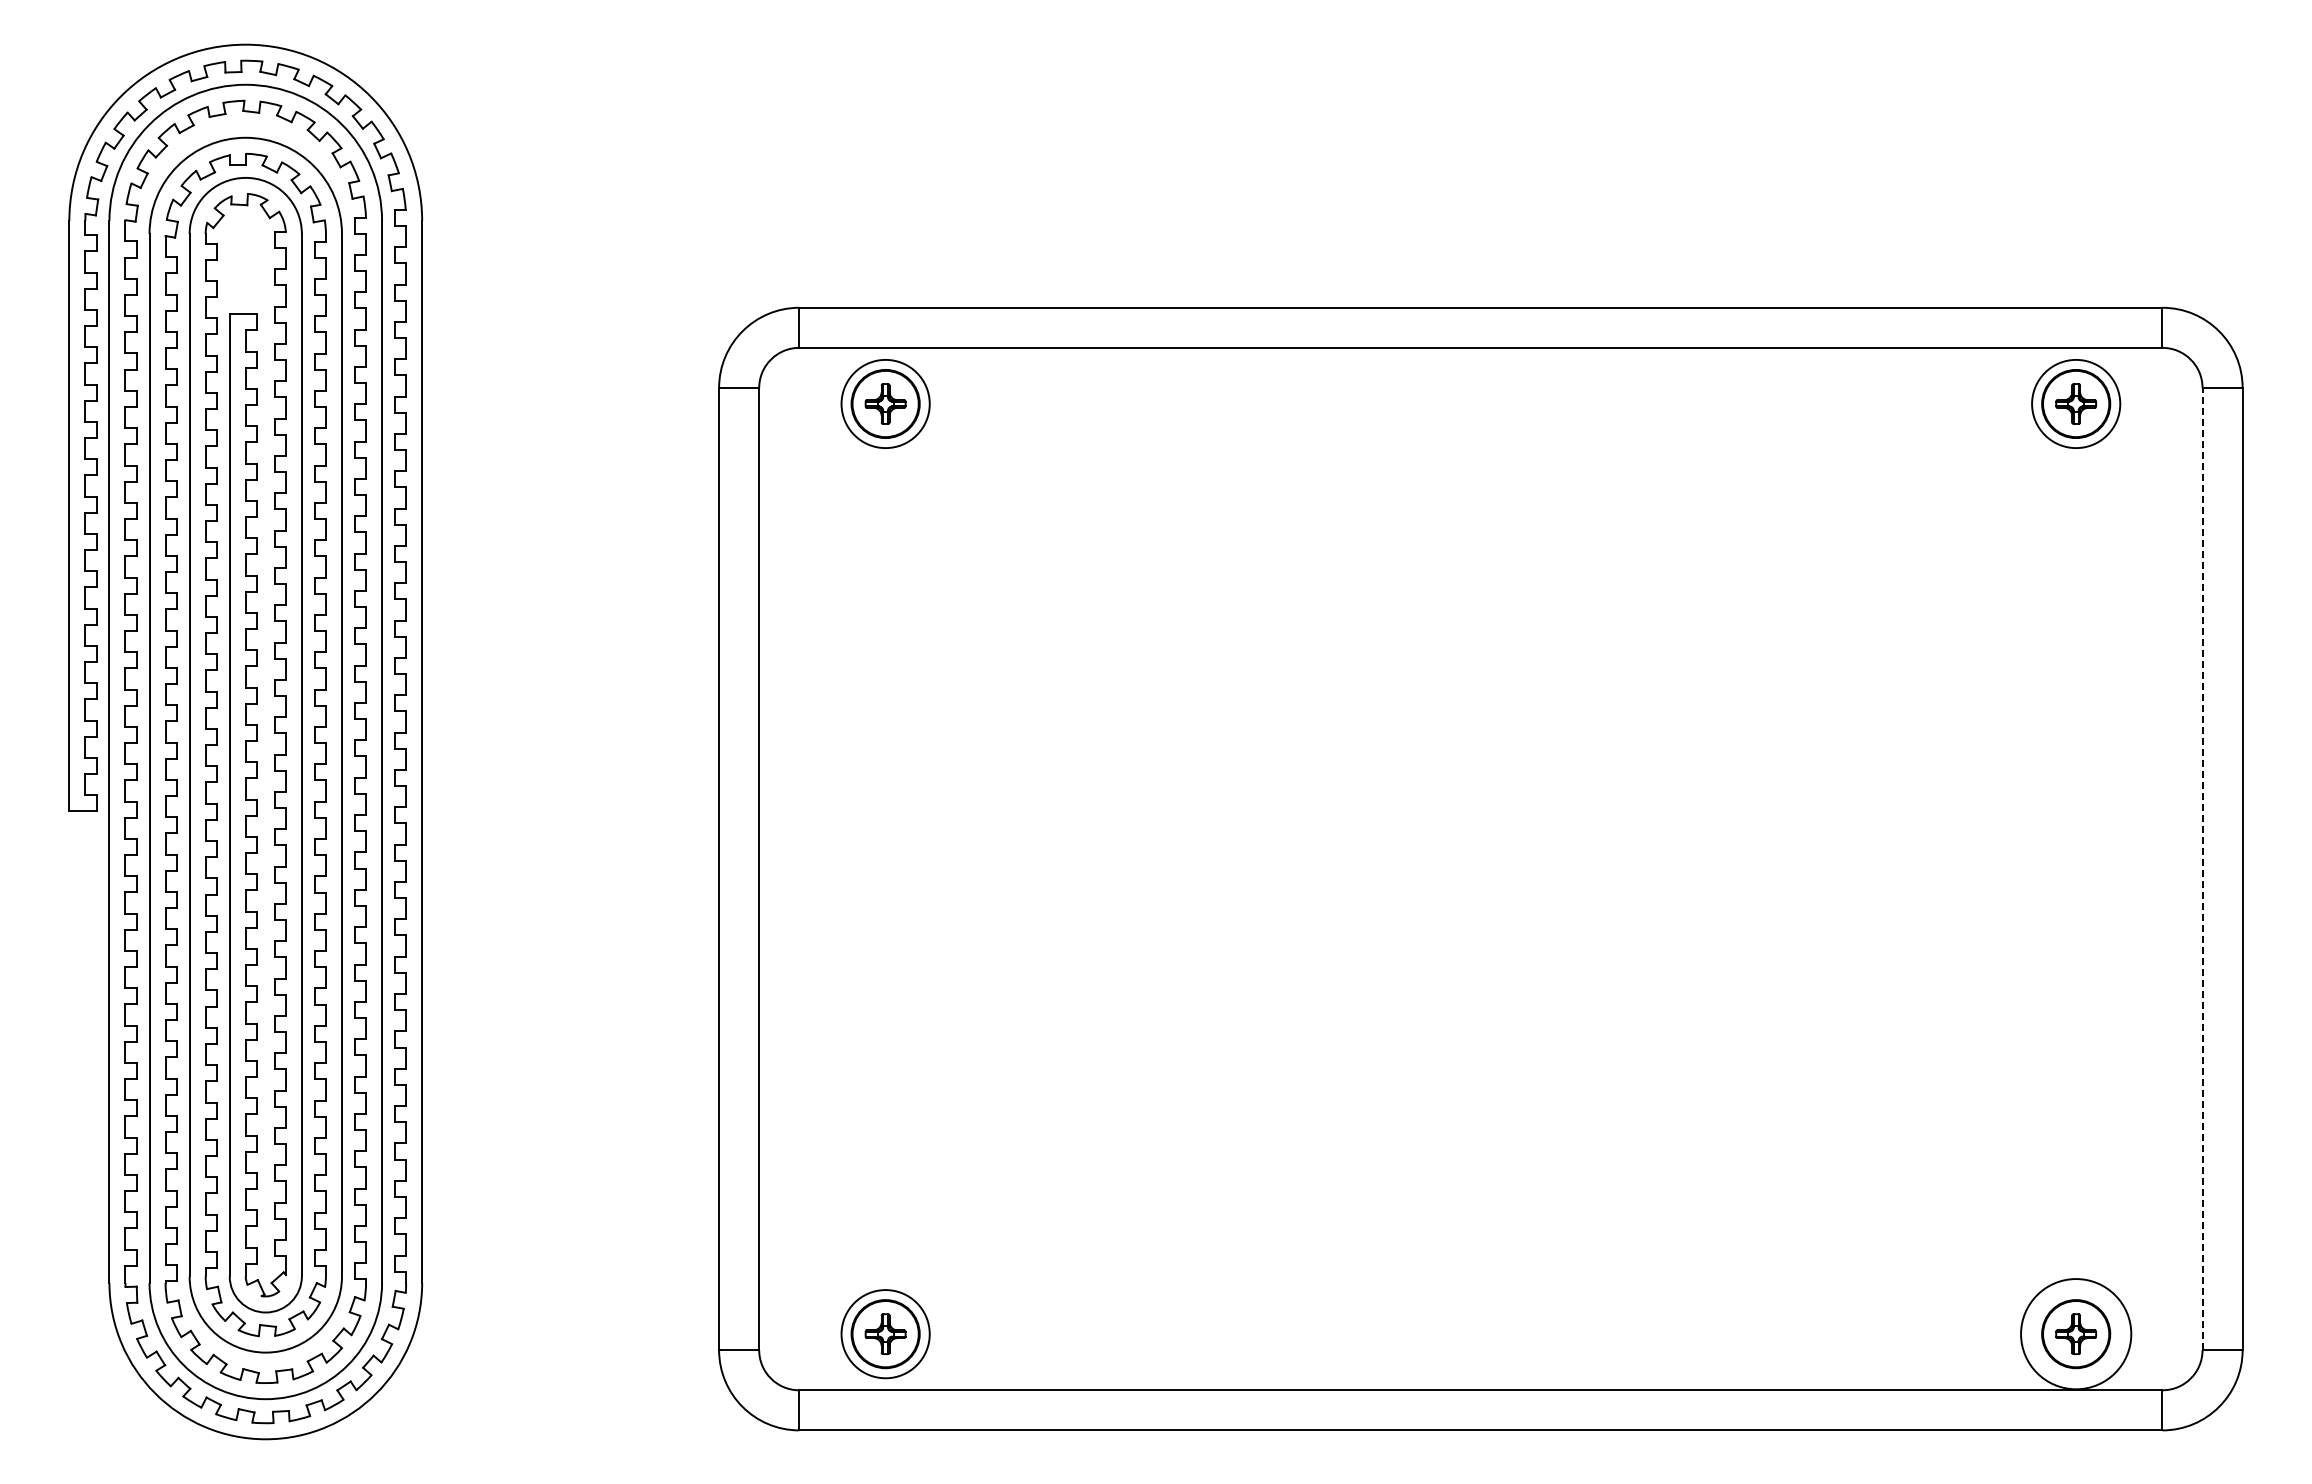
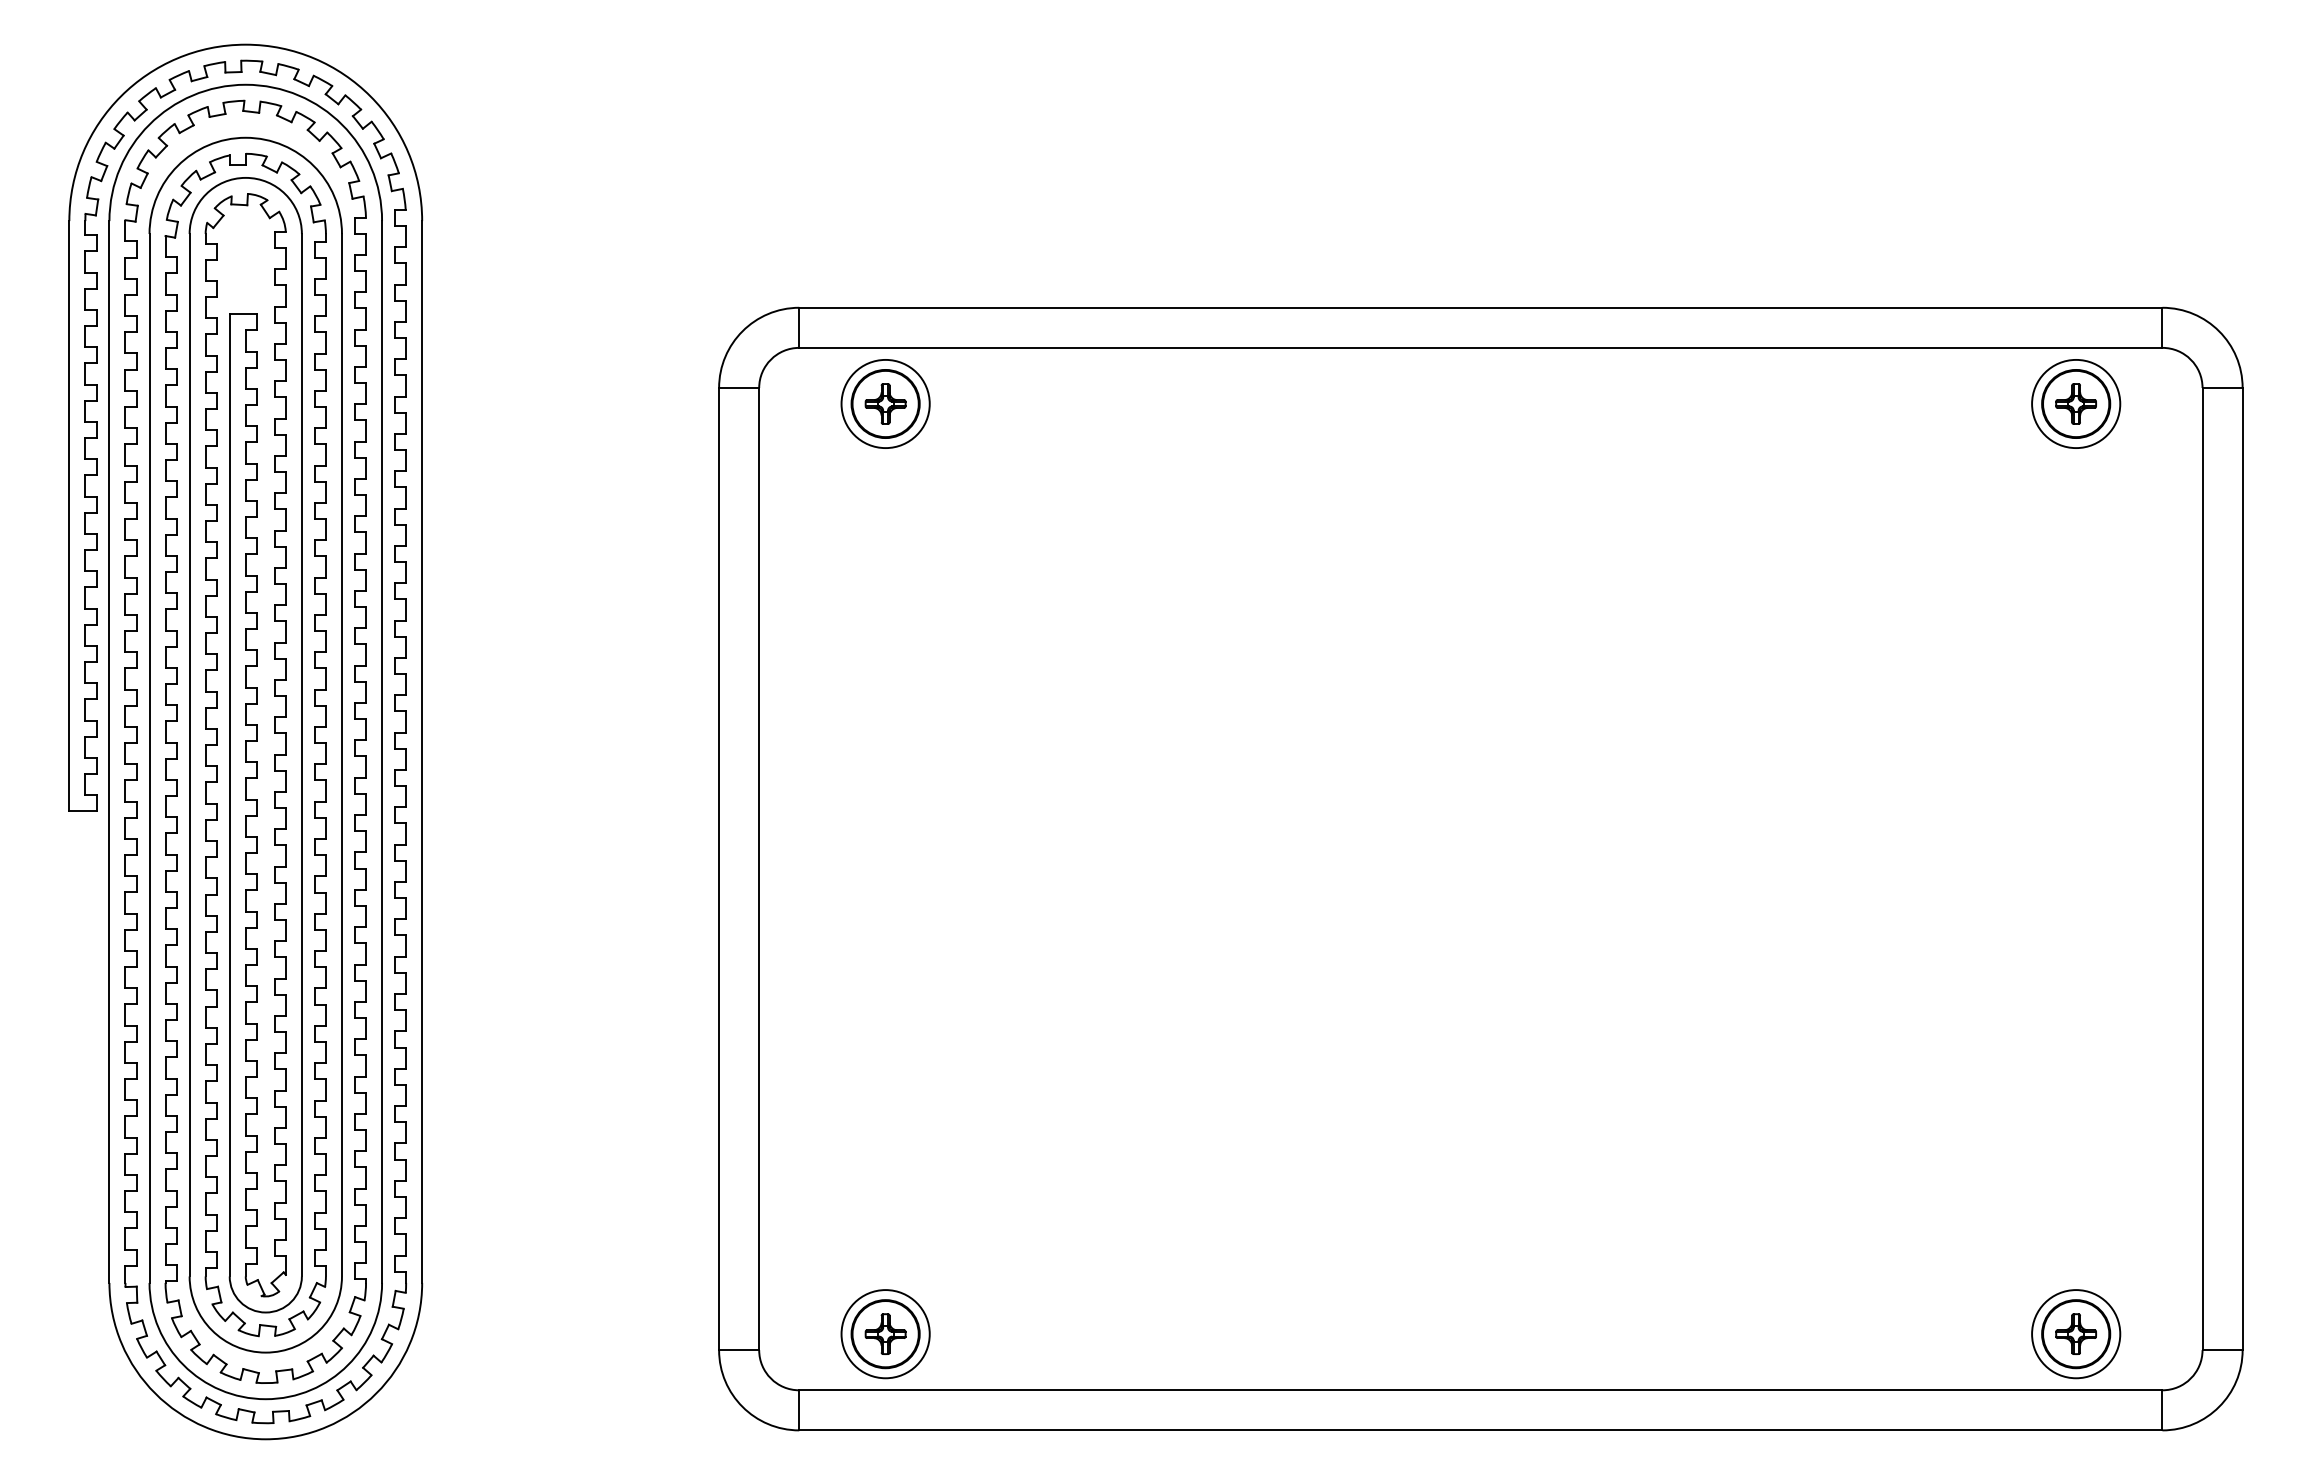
line at (2202, 868): dashed -> solid
circle at (2076, 1334) diameter: 110 px -> 88 px
